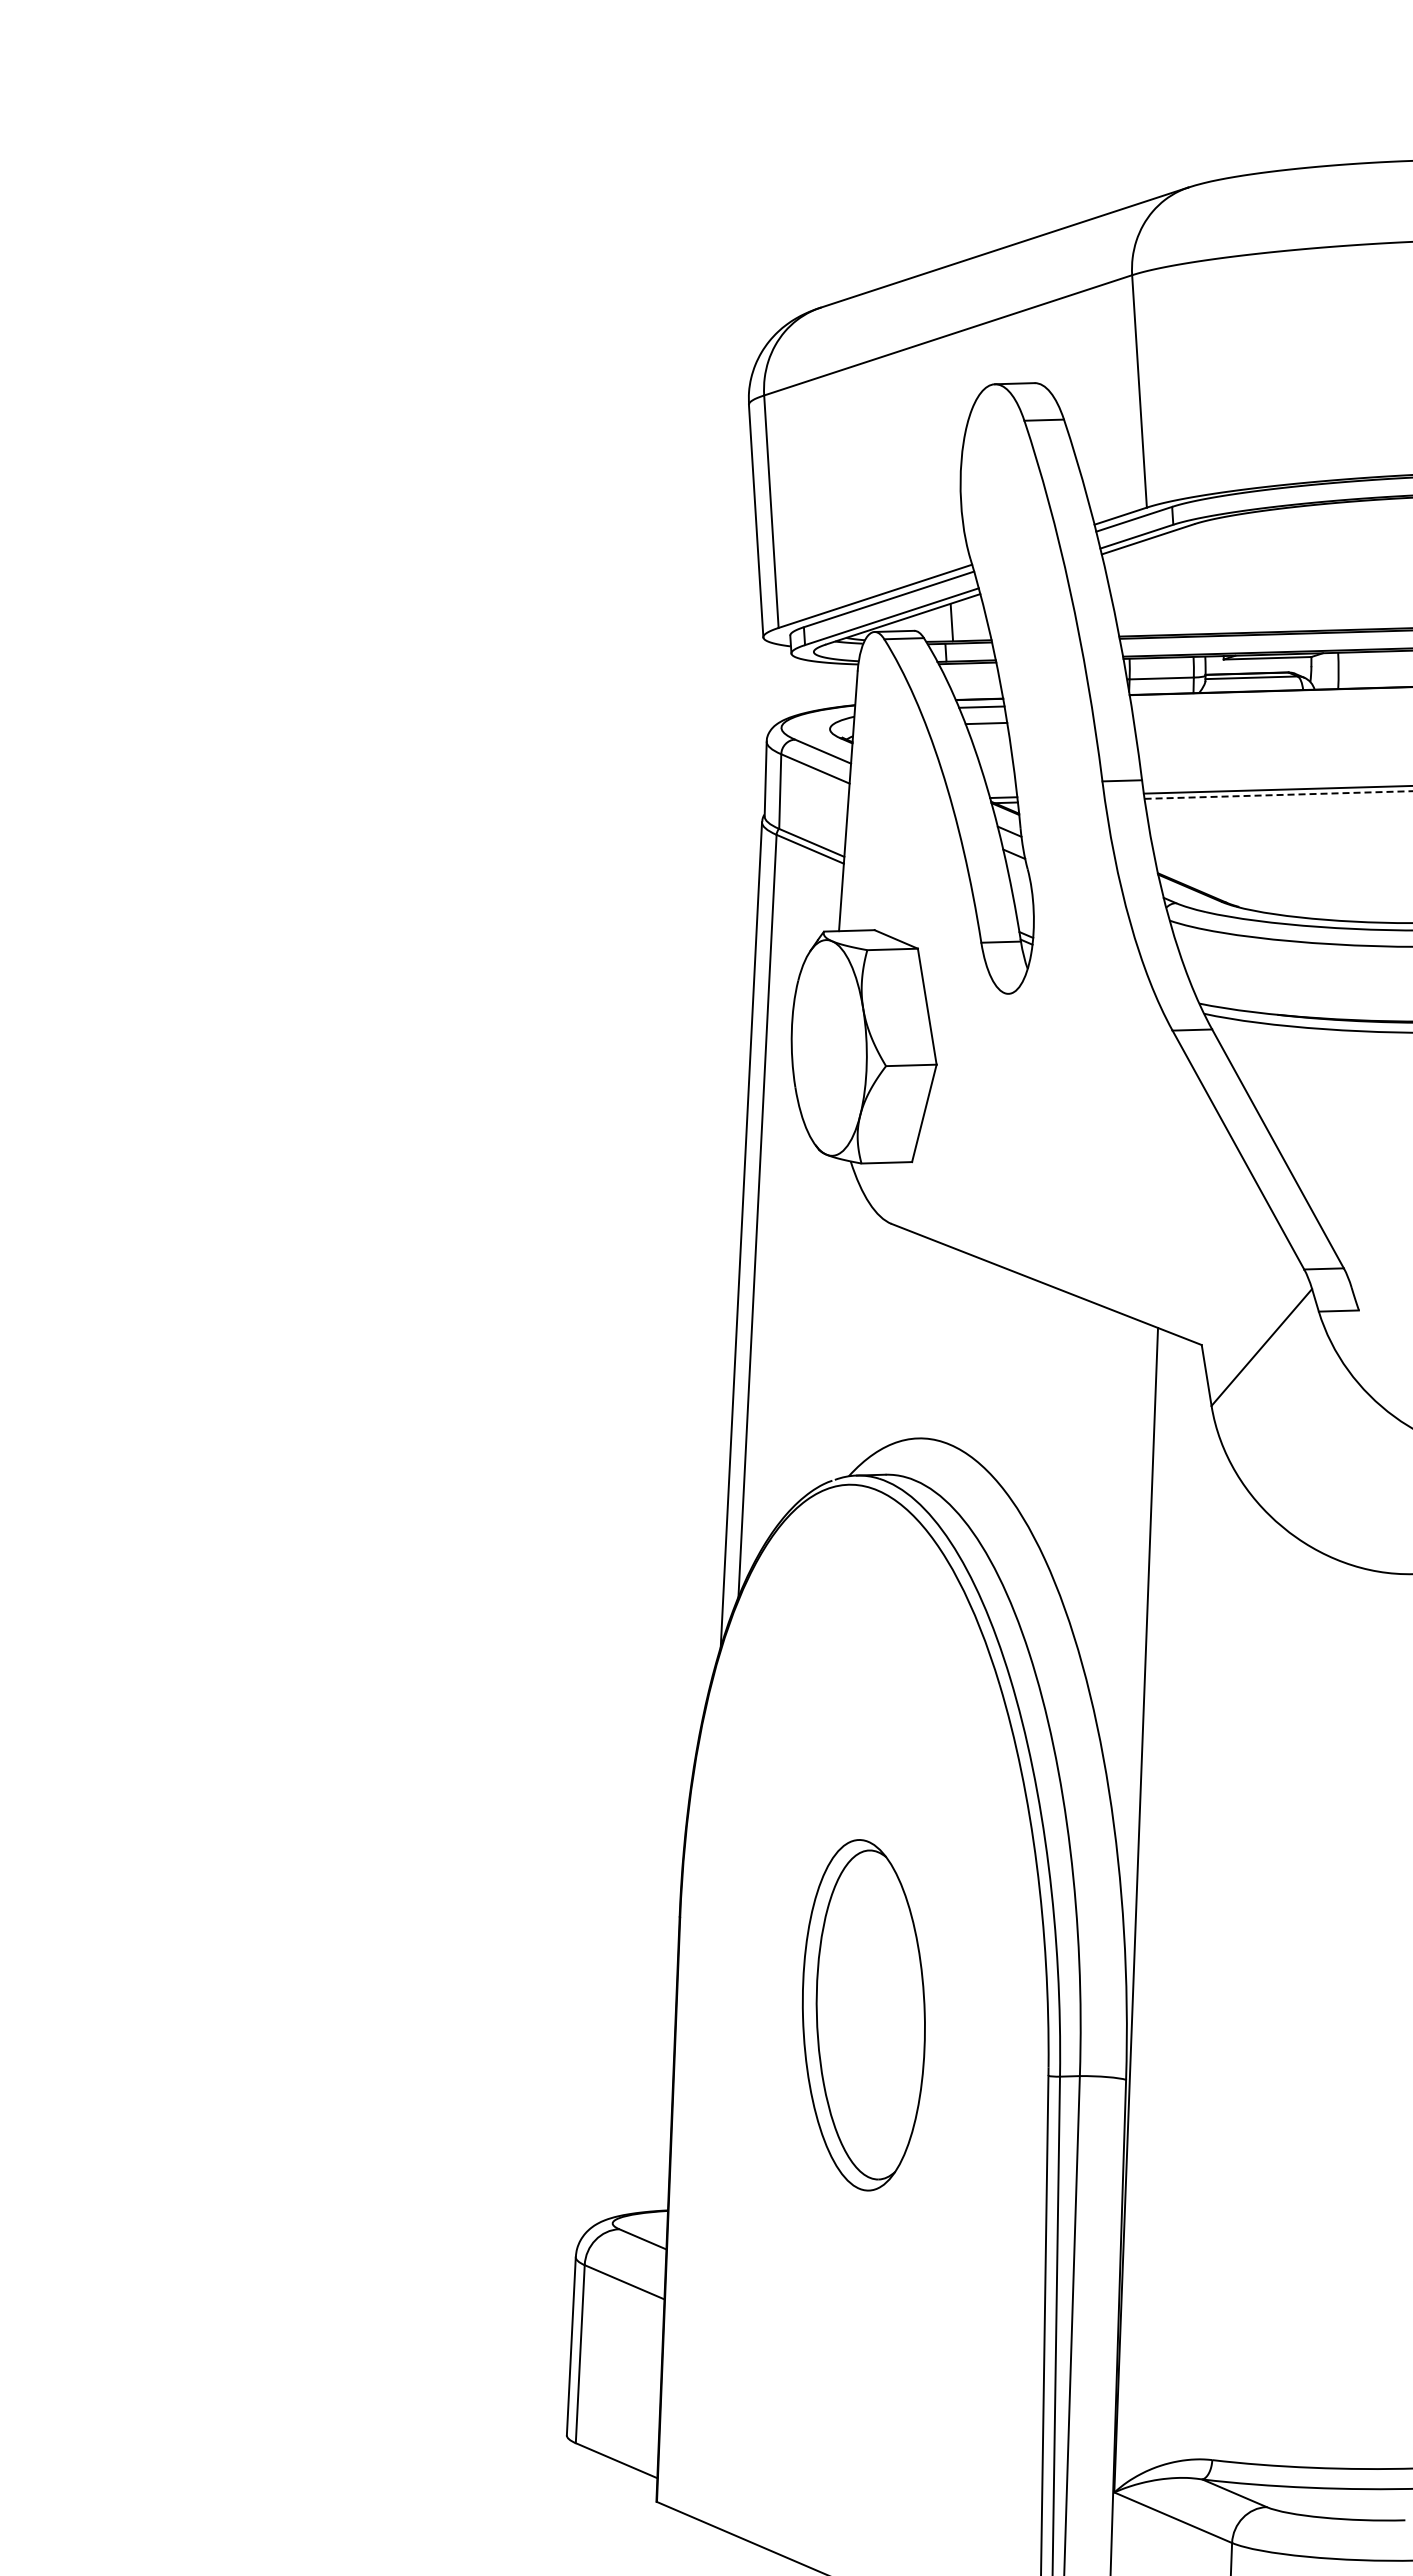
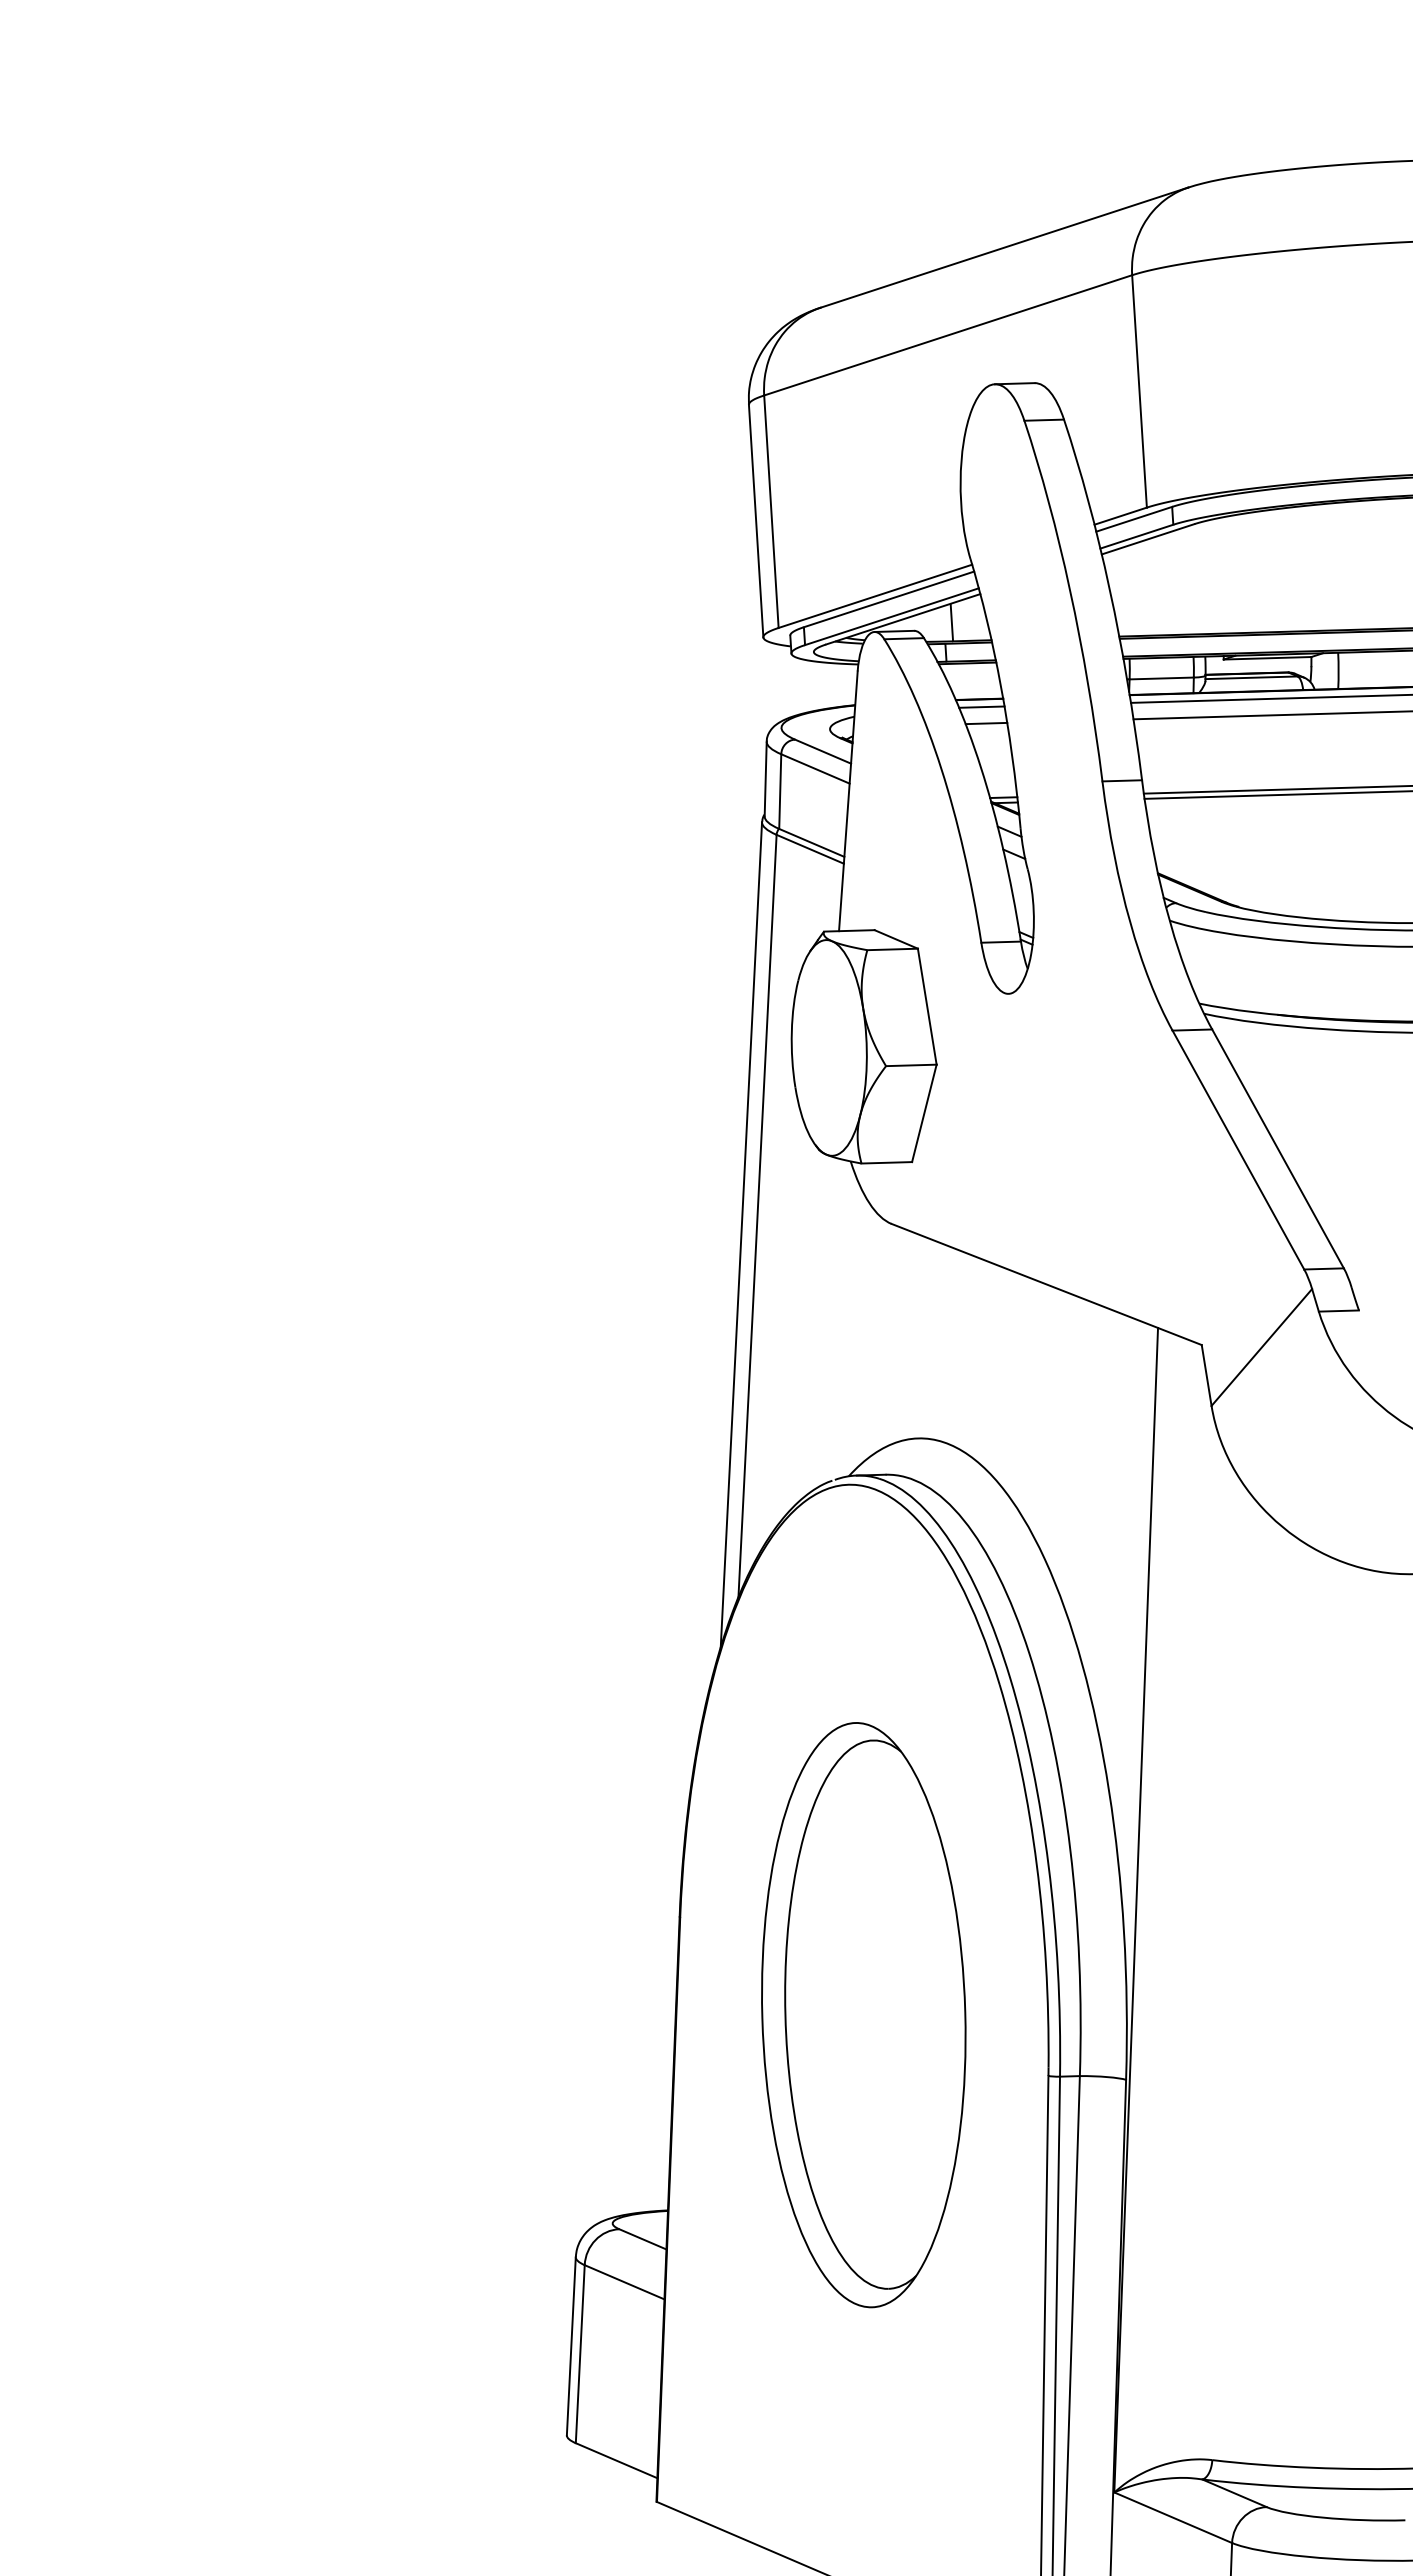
line at (1270, 698): none -> present
line at (1271, 715): none -> present
line at (1278, 795): dashed -> solid
part at (863, 2015) size: 125x353 px -> 206x587 px
